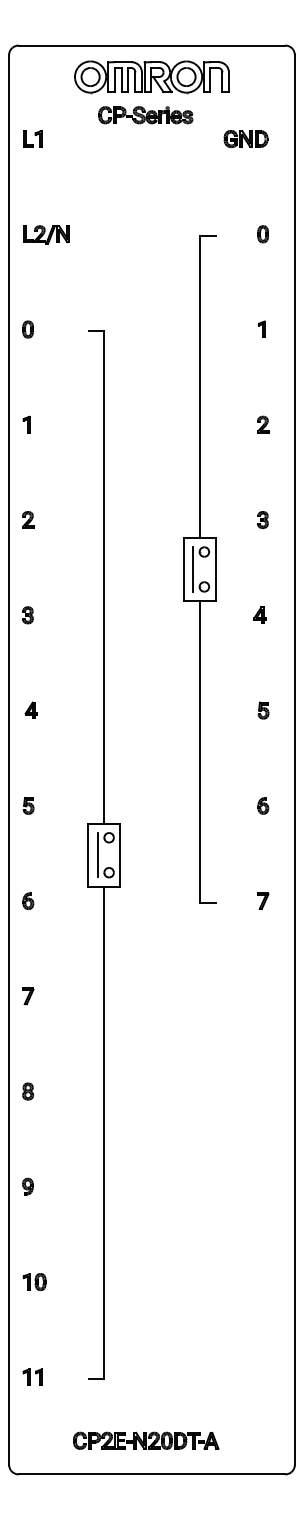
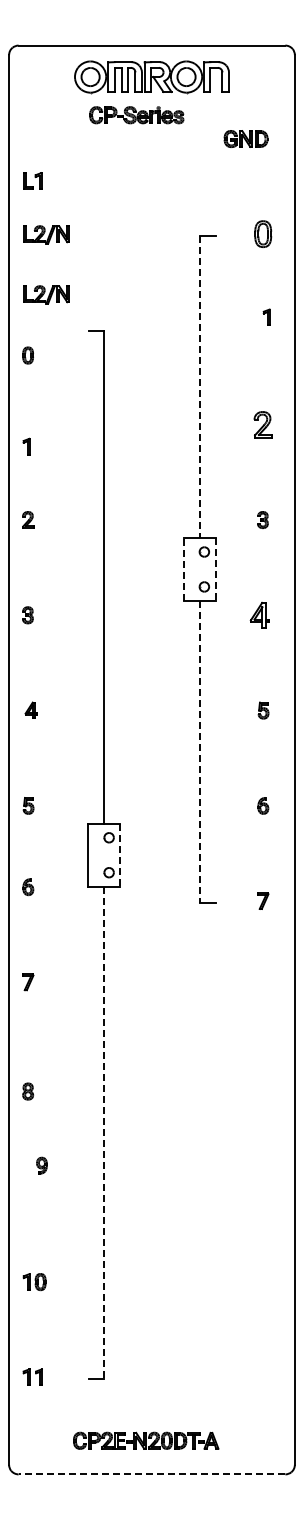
part at (145, 115) position: (145, 115) -> (136, 115)
part at (32, 138) position: (32, 138) -> (32, 180)
part at (262, 234) size: 12x19 px -> 19x28 px
part at (46, 294): none -> present
part at (261, 328) position: (261, 328) -> (266, 316)
part at (27, 329) position: (27, 329) -> (27, 355)
line at (199, 386): solid -> dashed
part at (26, 424) position: (26, 424) -> (26, 446)
part at (263, 424) size: 13x19 px -> 20x28 px
line at (183, 569): solid -> dashed
line at (193, 569): present -> none
line at (215, 569): solid -> dashed
part at (259, 614) size: 14x18 px -> 21x28 px
line at (199, 752): solid -> dashed
line at (98, 855): present -> none
line at (120, 855): solid -> dashed
part at (28, 901) position: (28, 901) -> (28, 887)
part at (28, 996) position: (28, 996) -> (28, 982)
line at (104, 1133): solid -> dashed
part at (27, 1186) position: (27, 1186) -> (41, 1165)
line at (151, 1474): solid -> dashed
